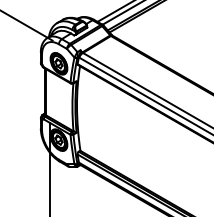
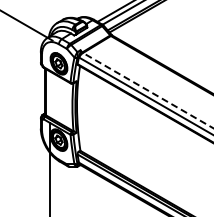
line at (147, 90): solid -> dashed
